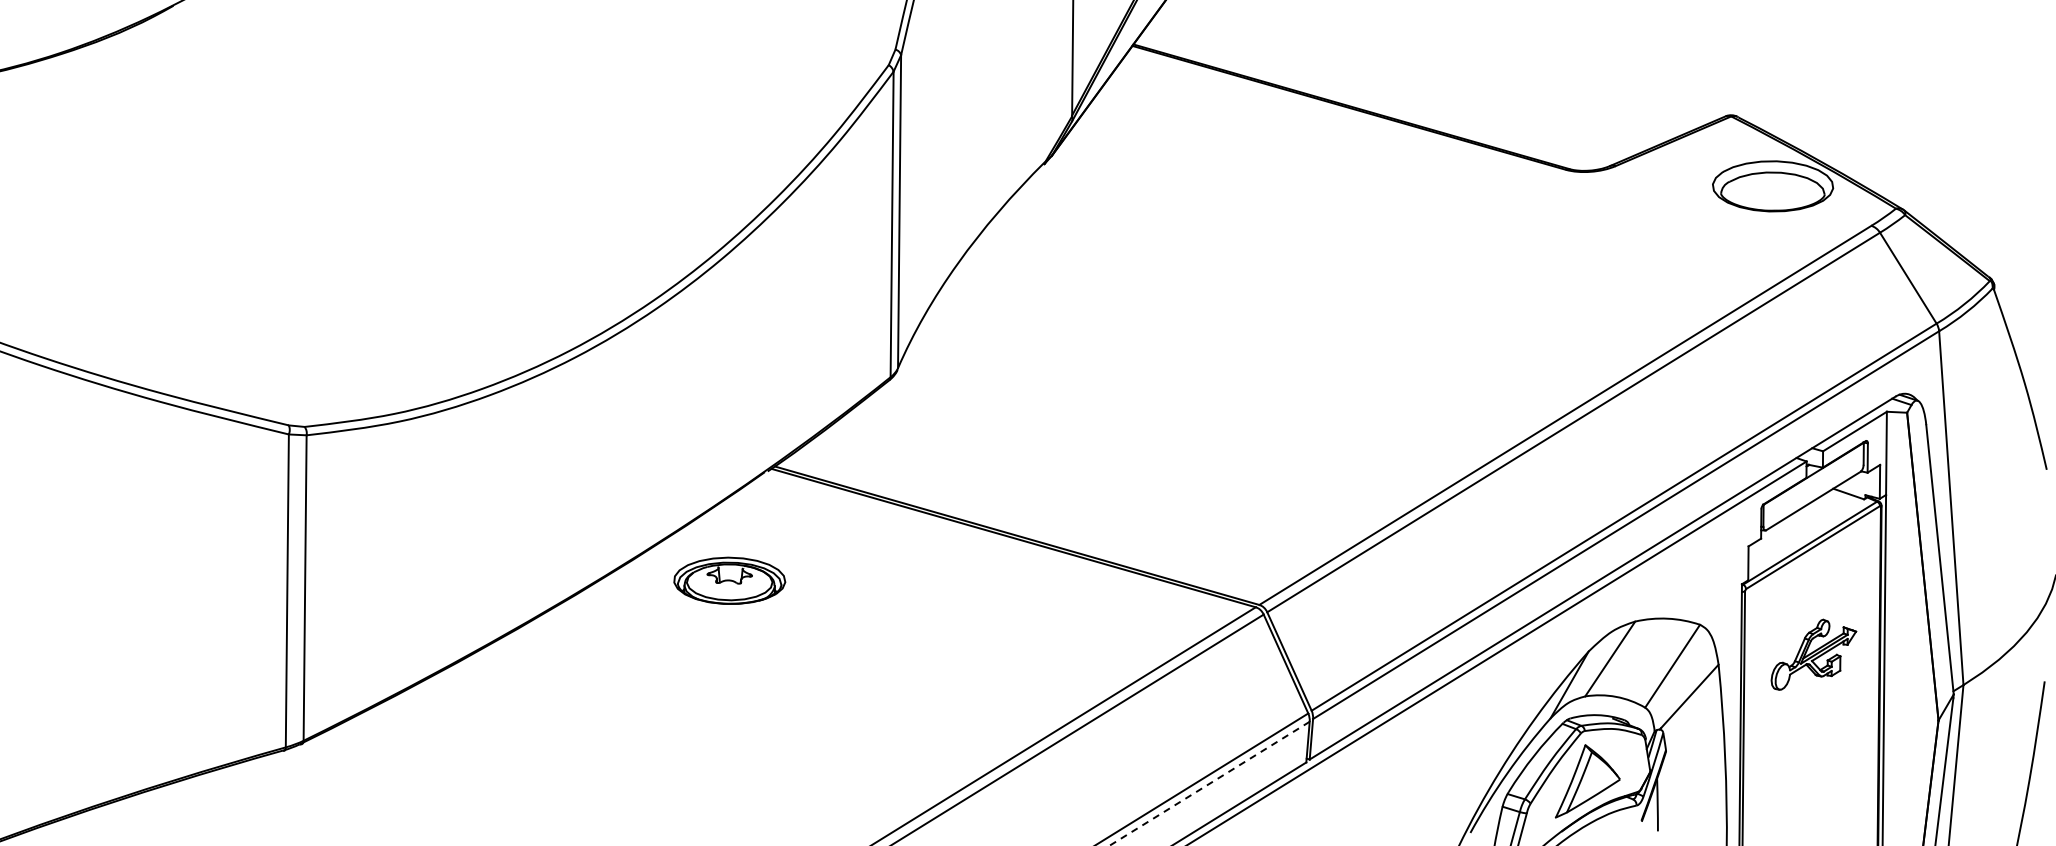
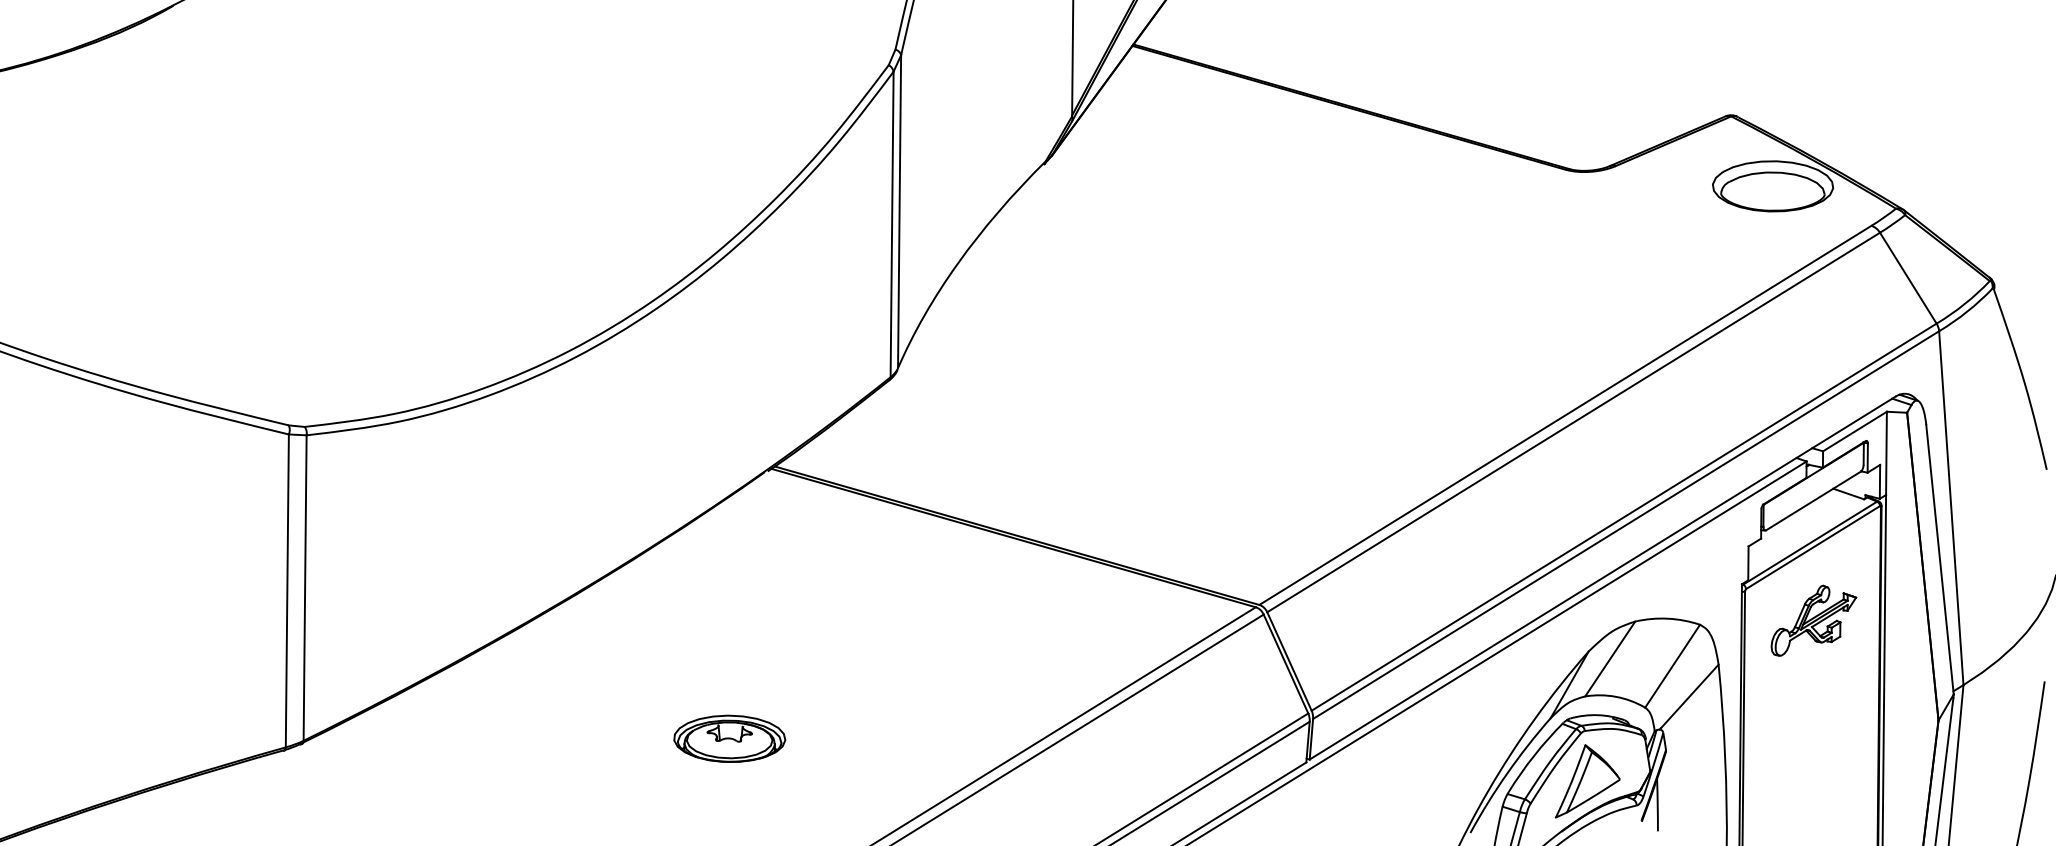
part at (729, 580) position: (729, 580) -> (729, 738)
part at (1813, 654) position: (1813, 654) -> (1813, 620)
line at (1209, 783): dashed -> solid
